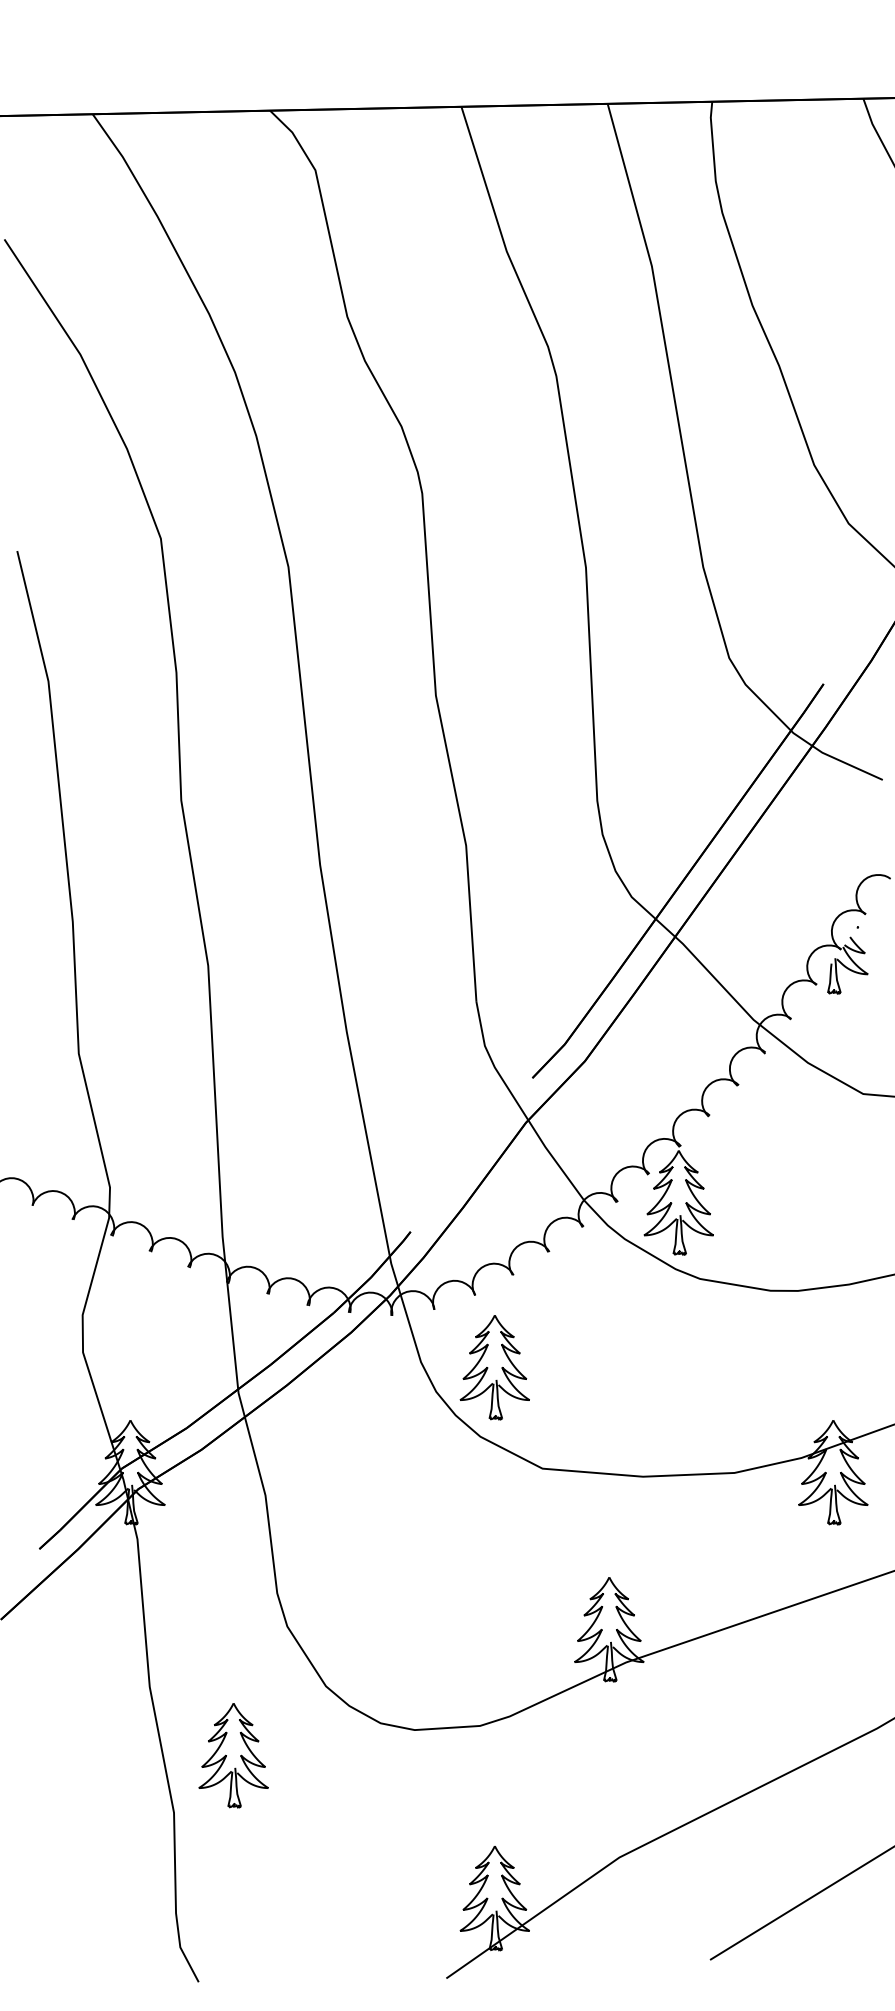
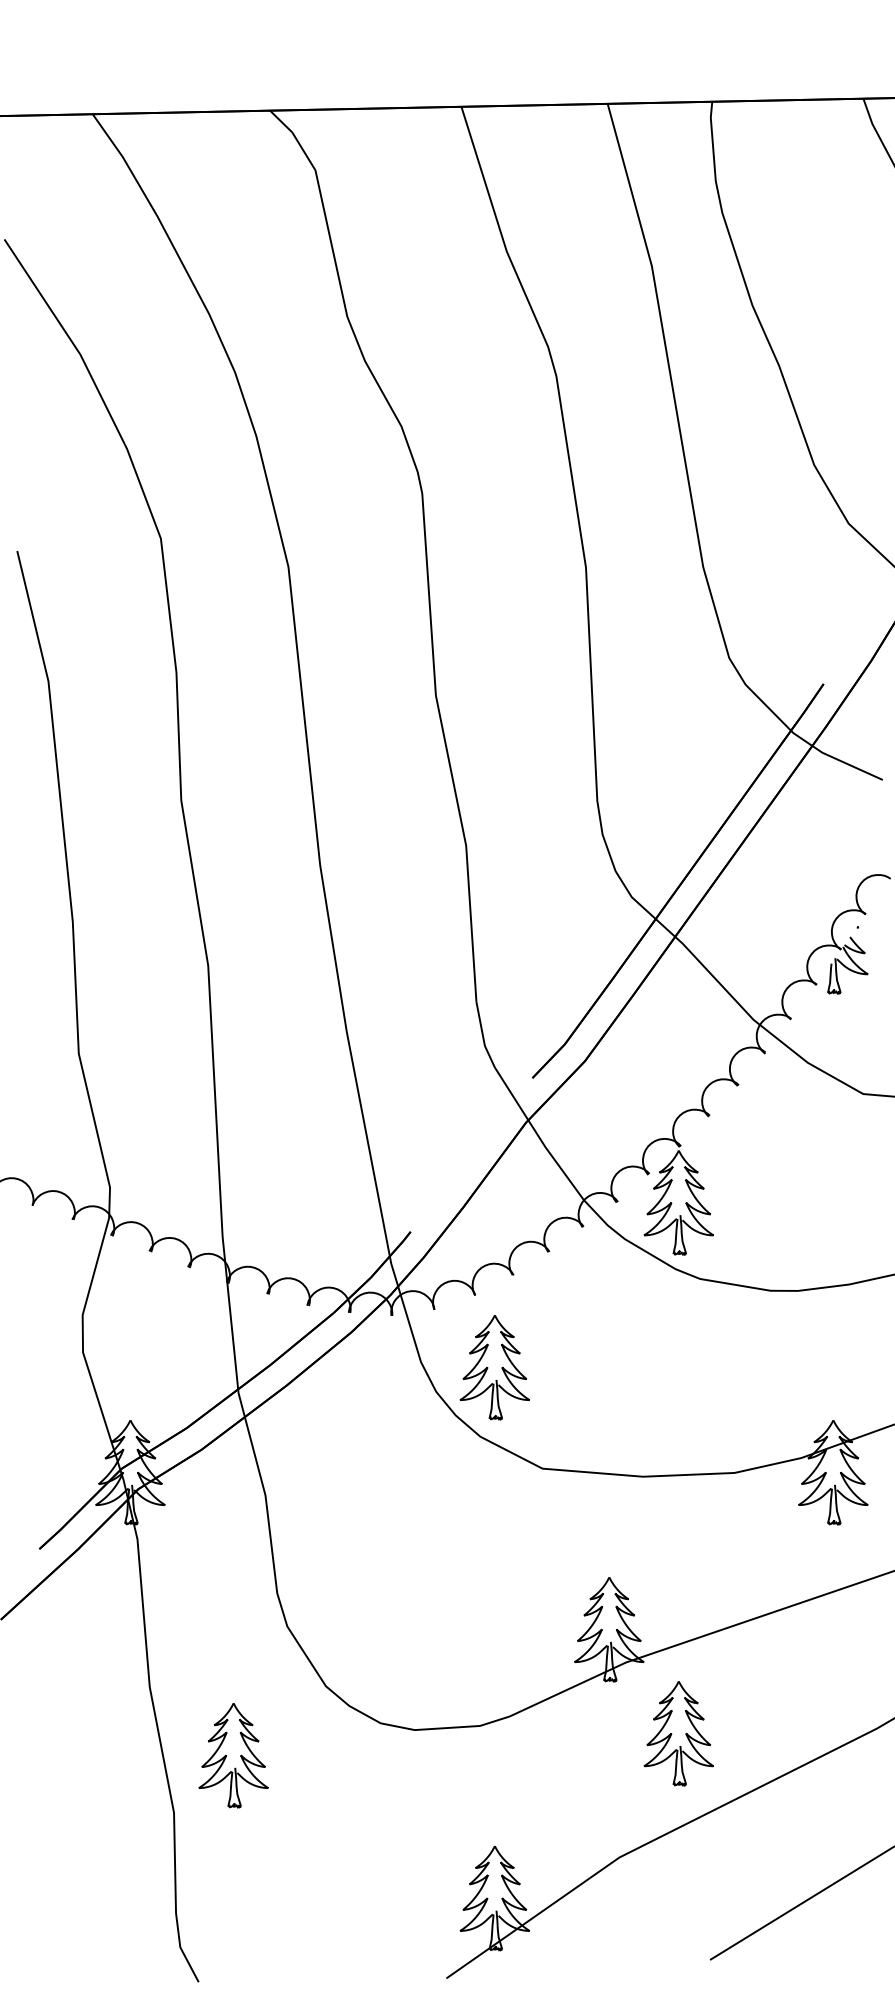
part at (678, 1733): none -> present
